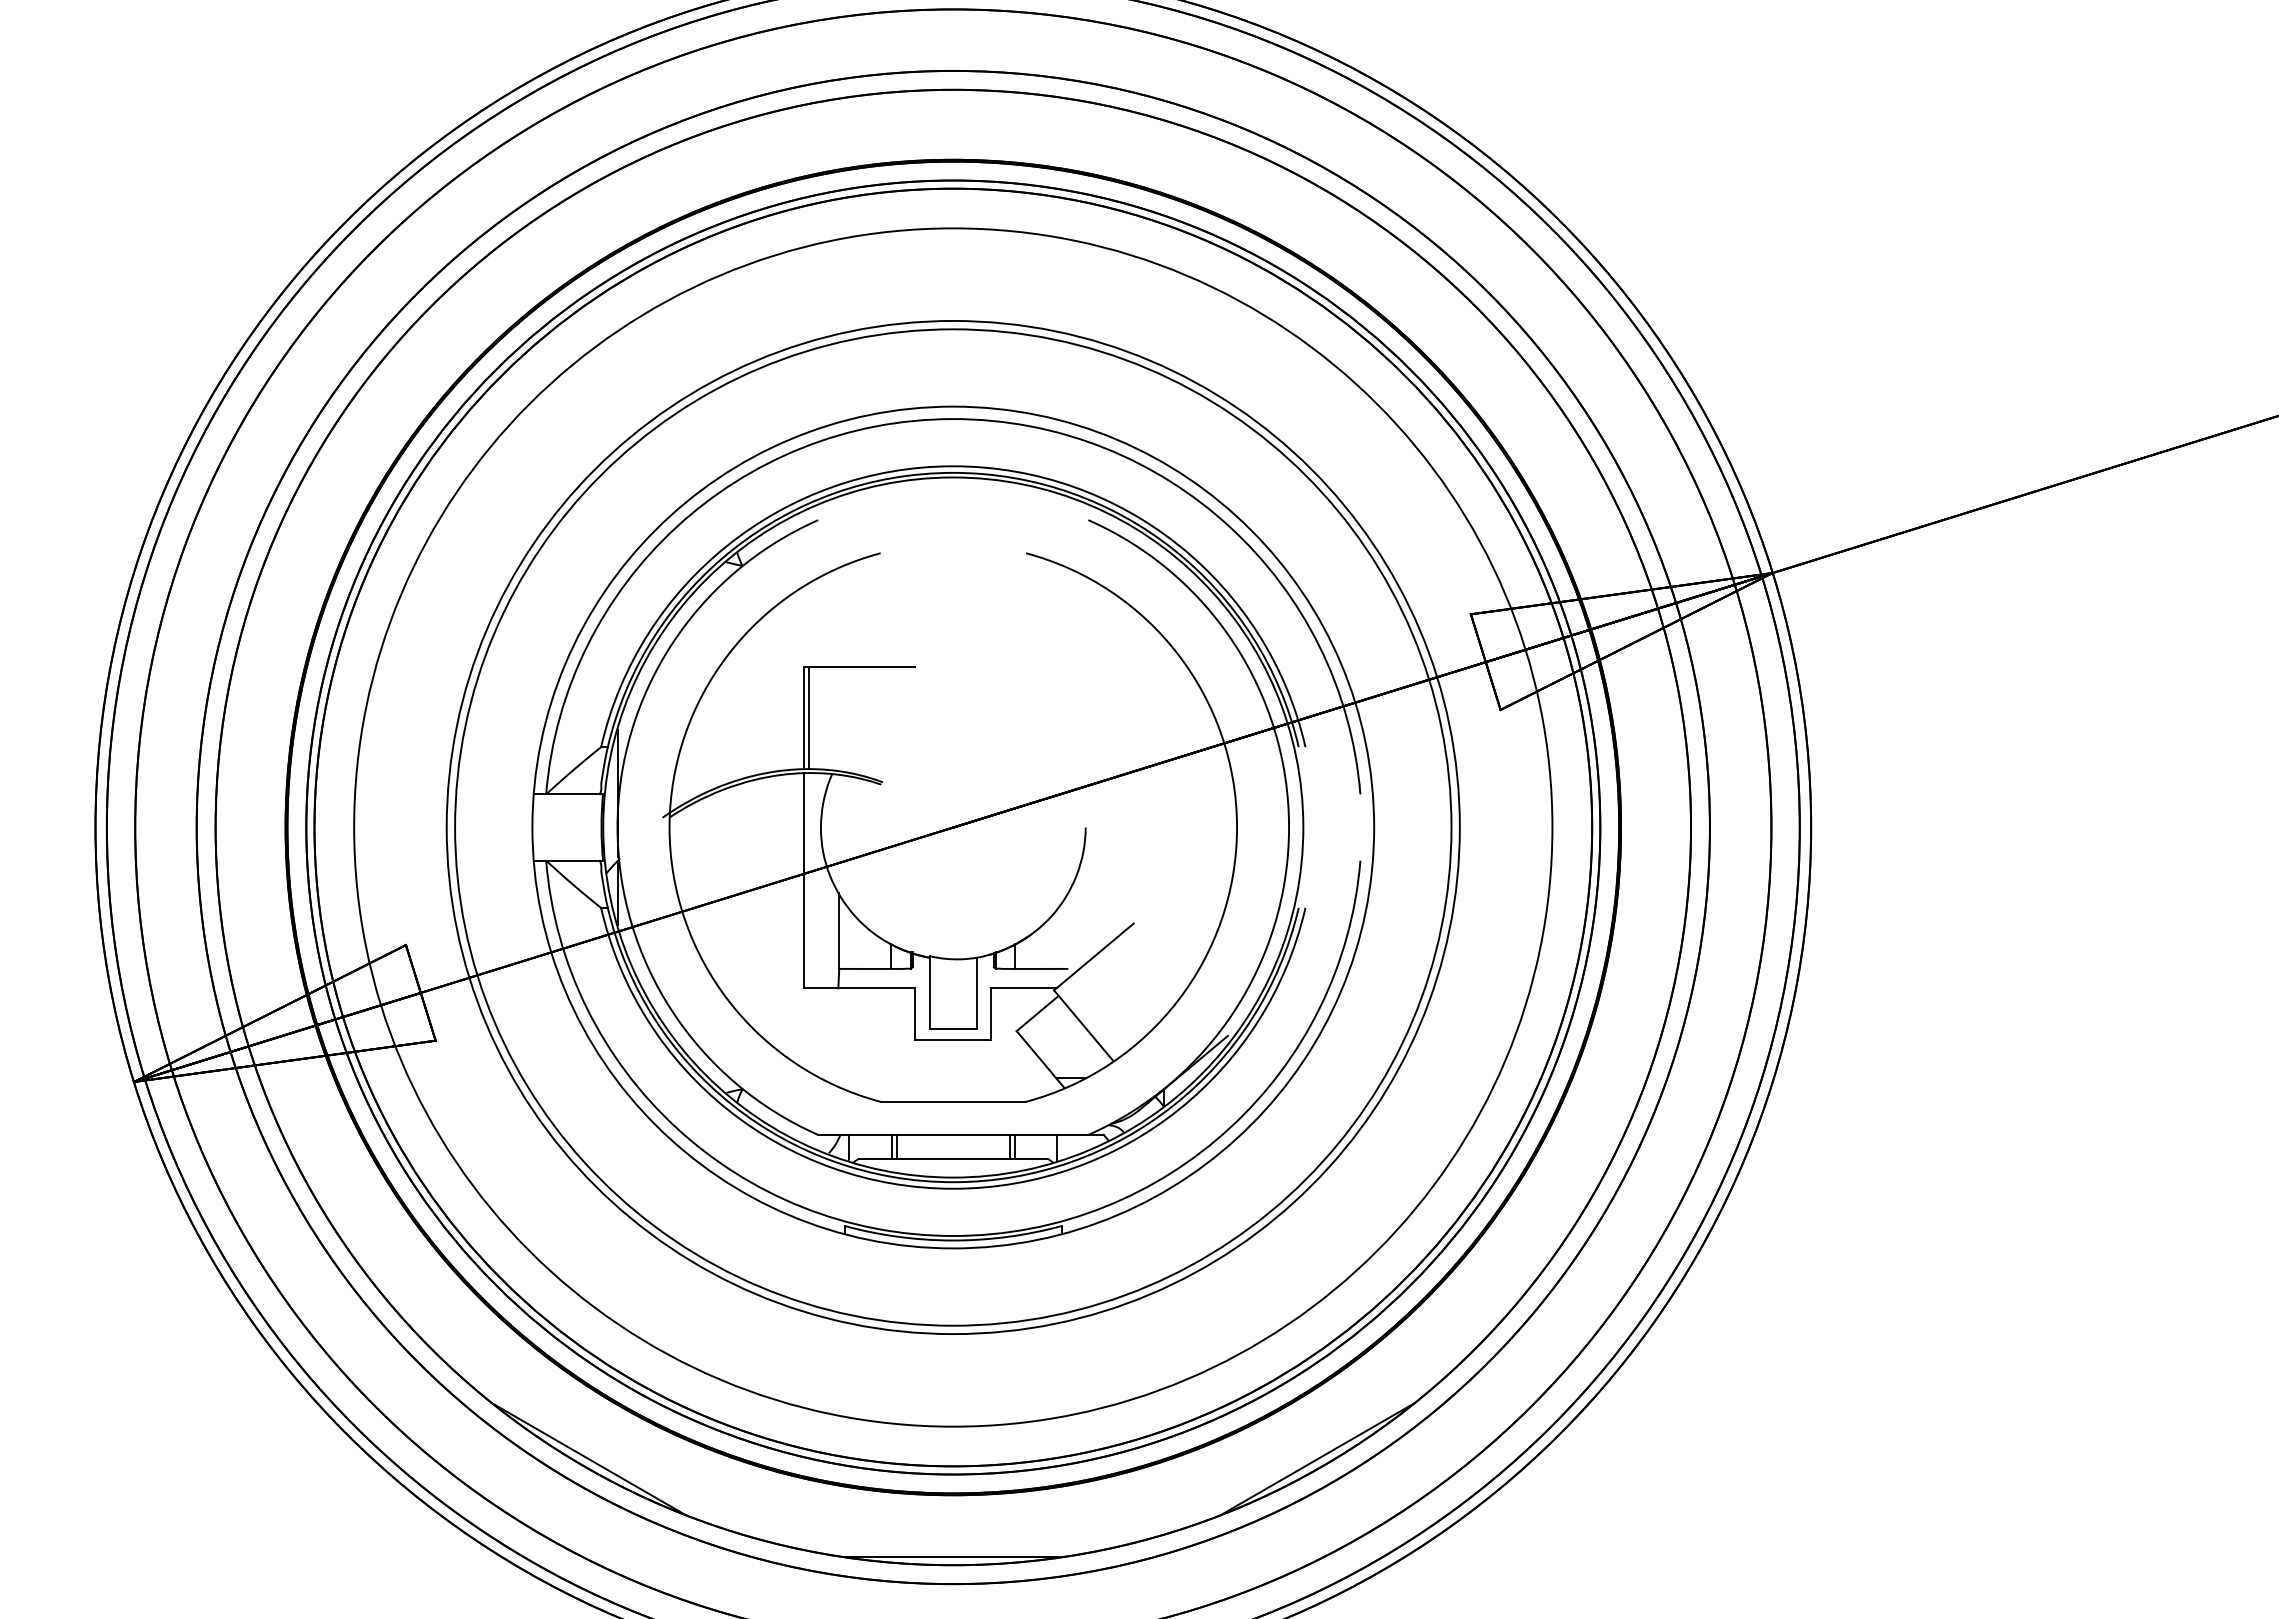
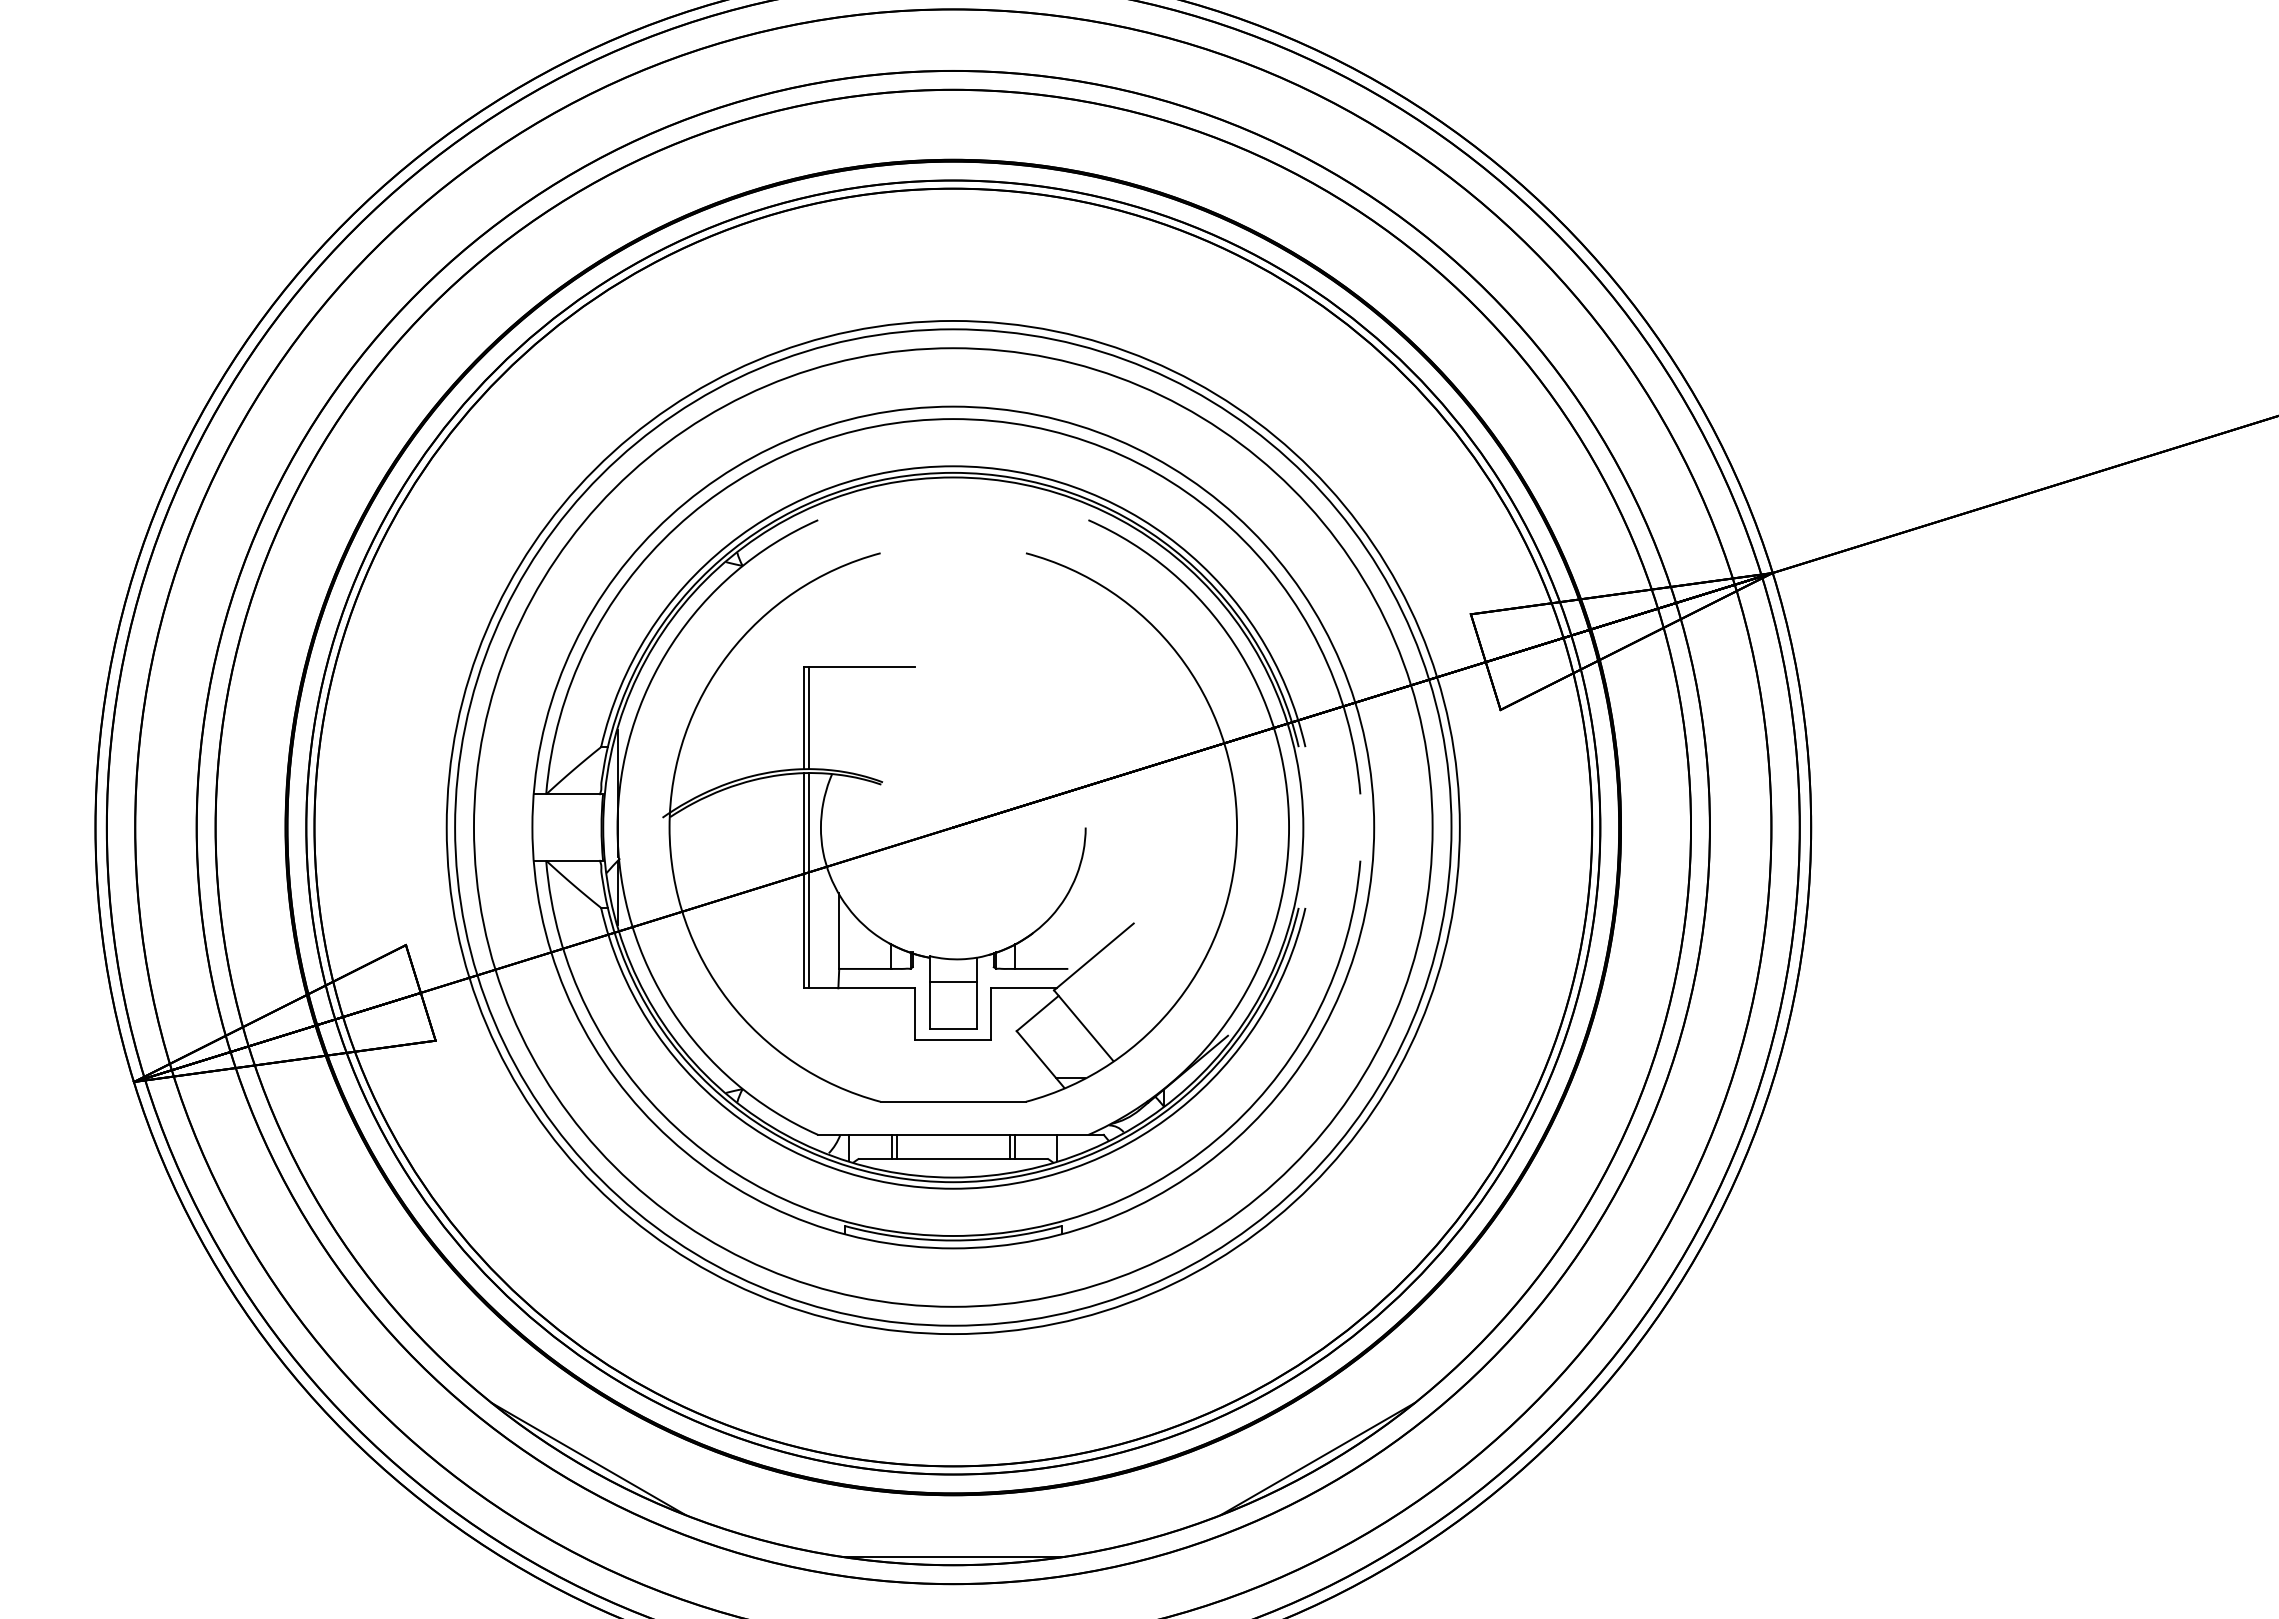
circle at (953, 827) diameter: 1198 px -> 959 px
line at (808, 880): none -> present
line at (952, 981): none -> present
